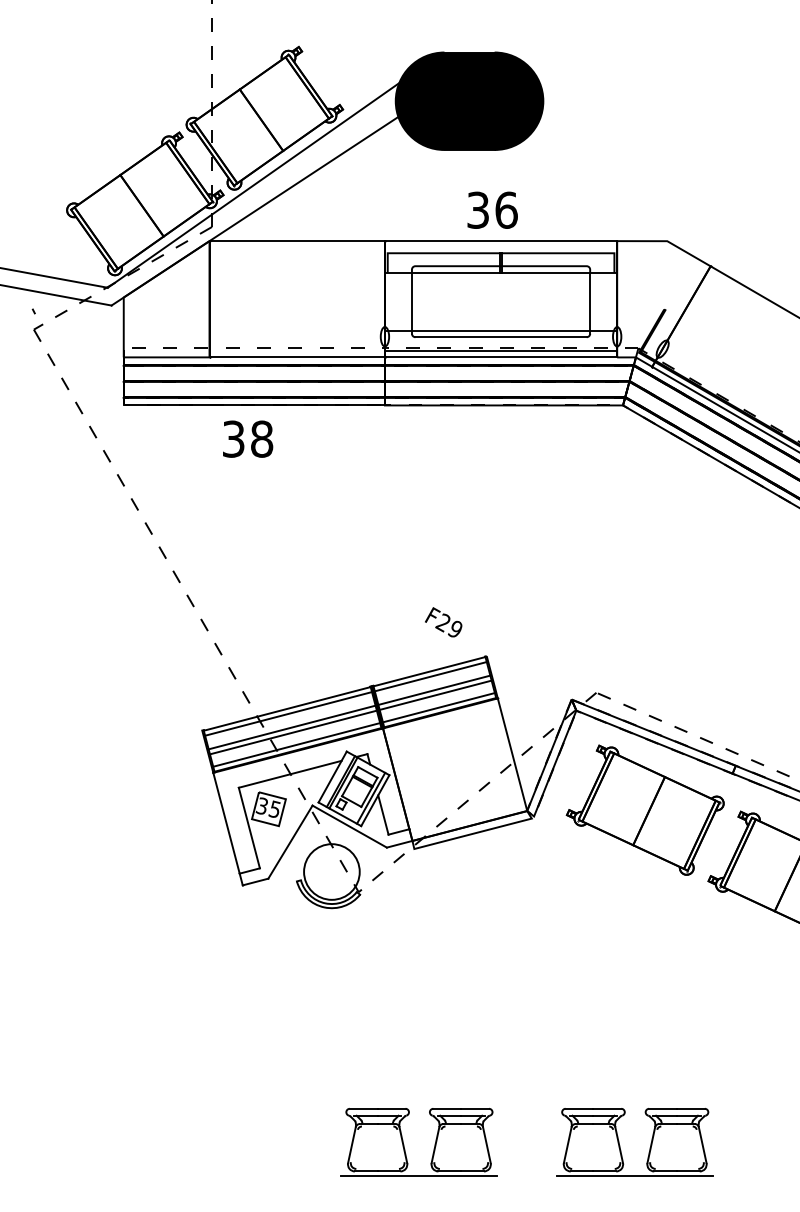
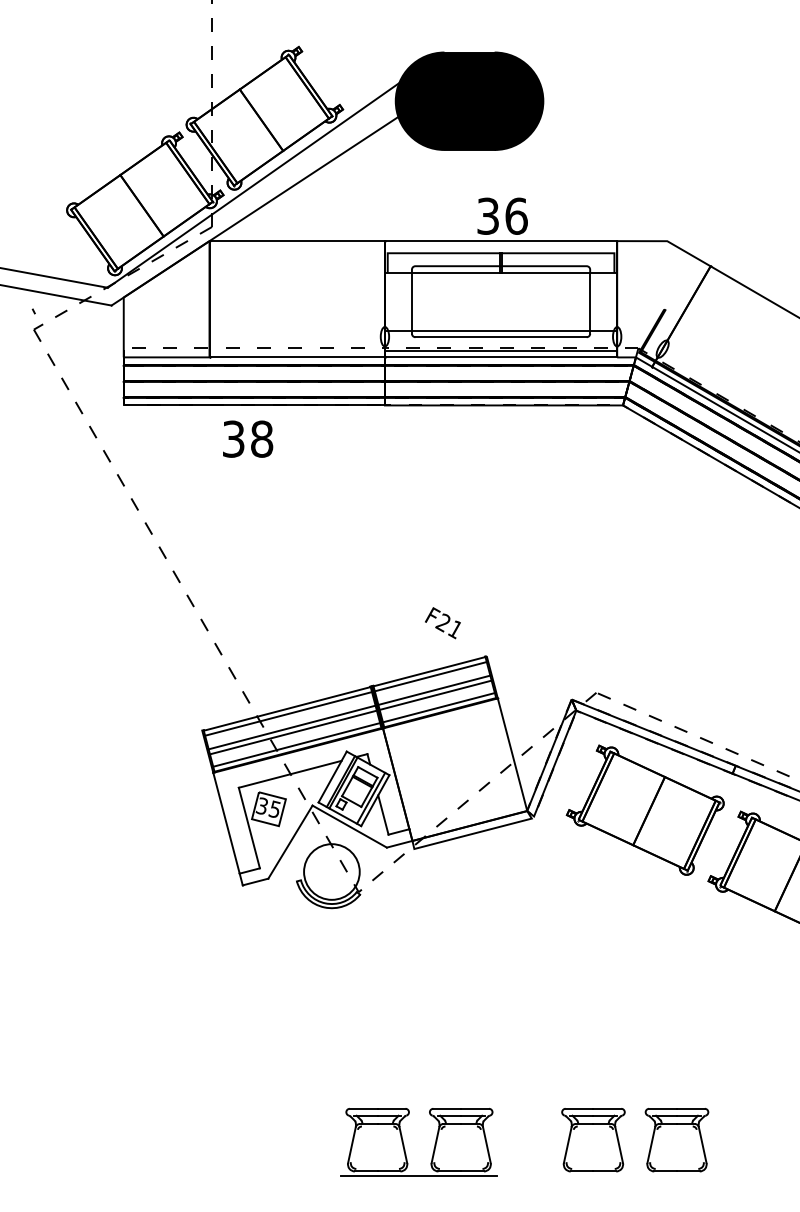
text at (492, 209) position: (492, 209) -> (502, 215)
text at (455, 629): F29 -> F21
line at (635, 1175): present -> none
